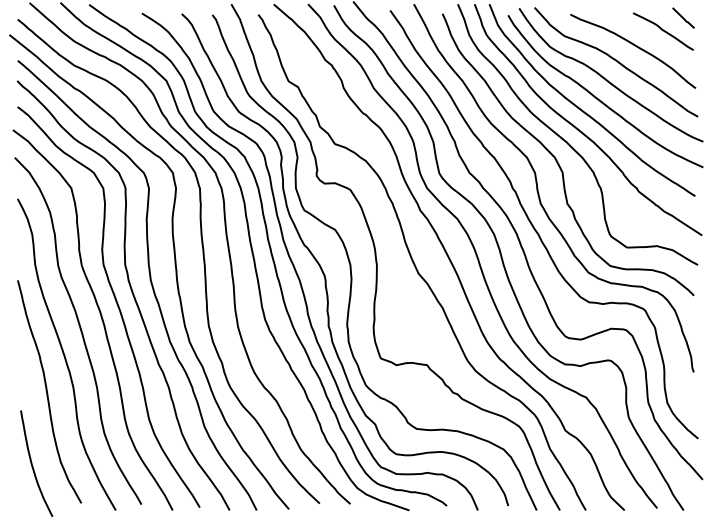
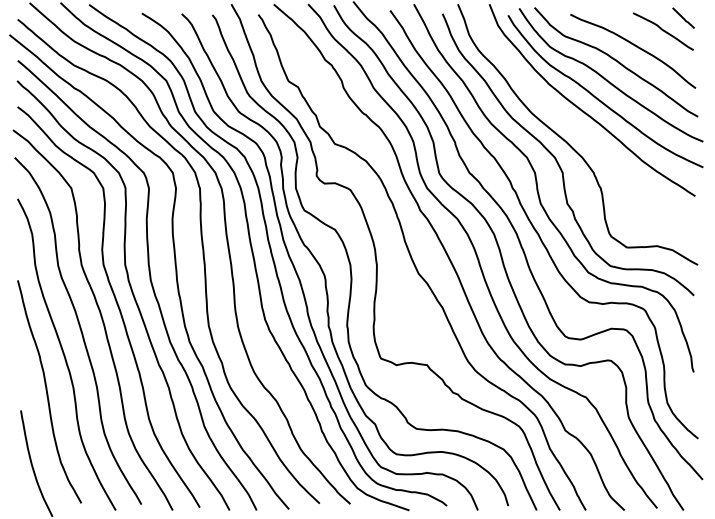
curve at (582, 131): present -> none
